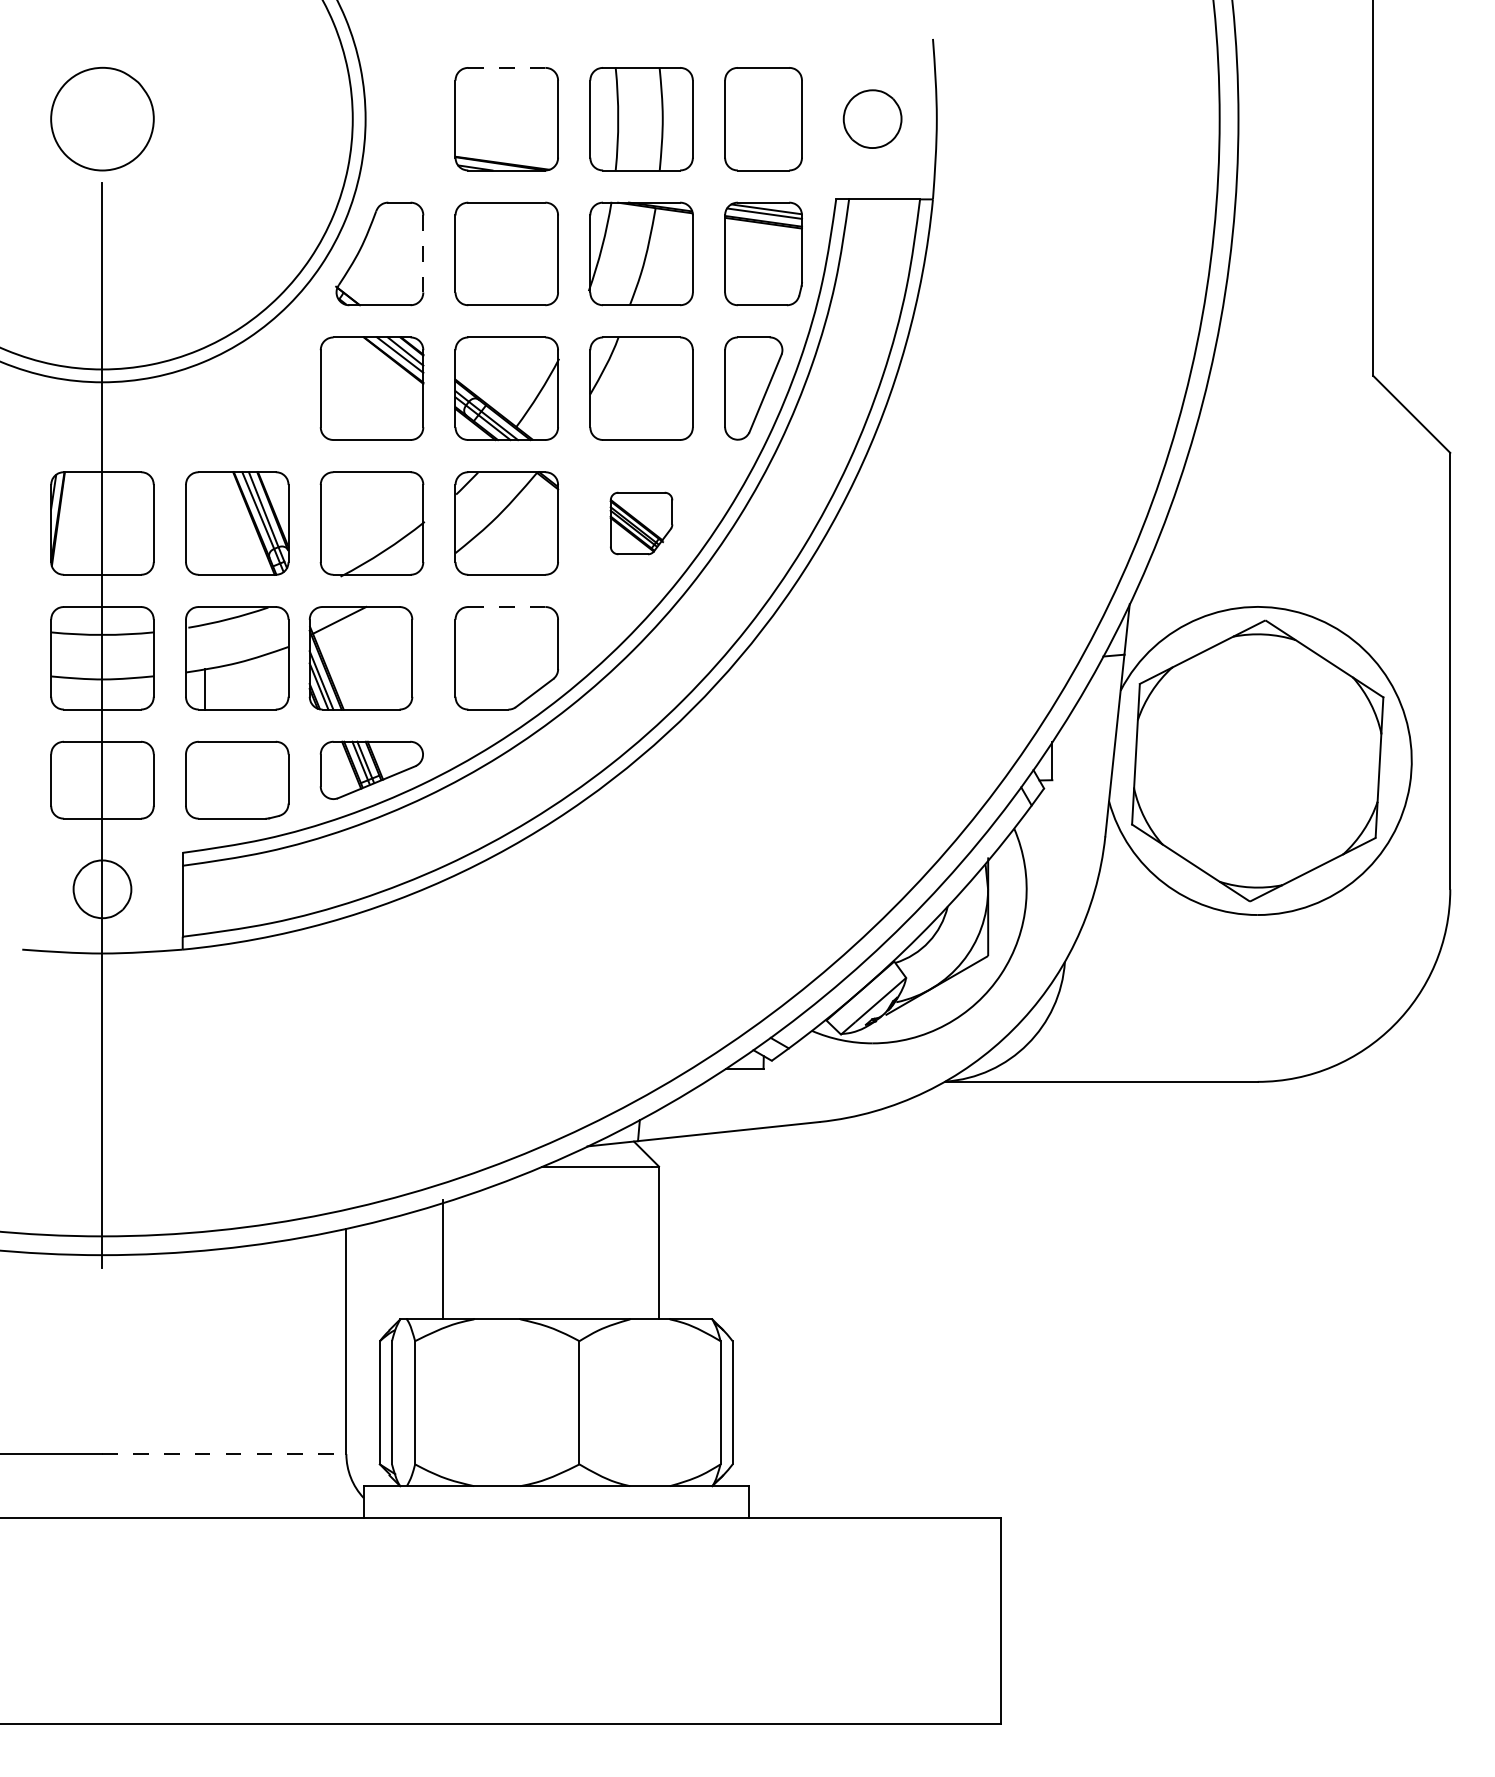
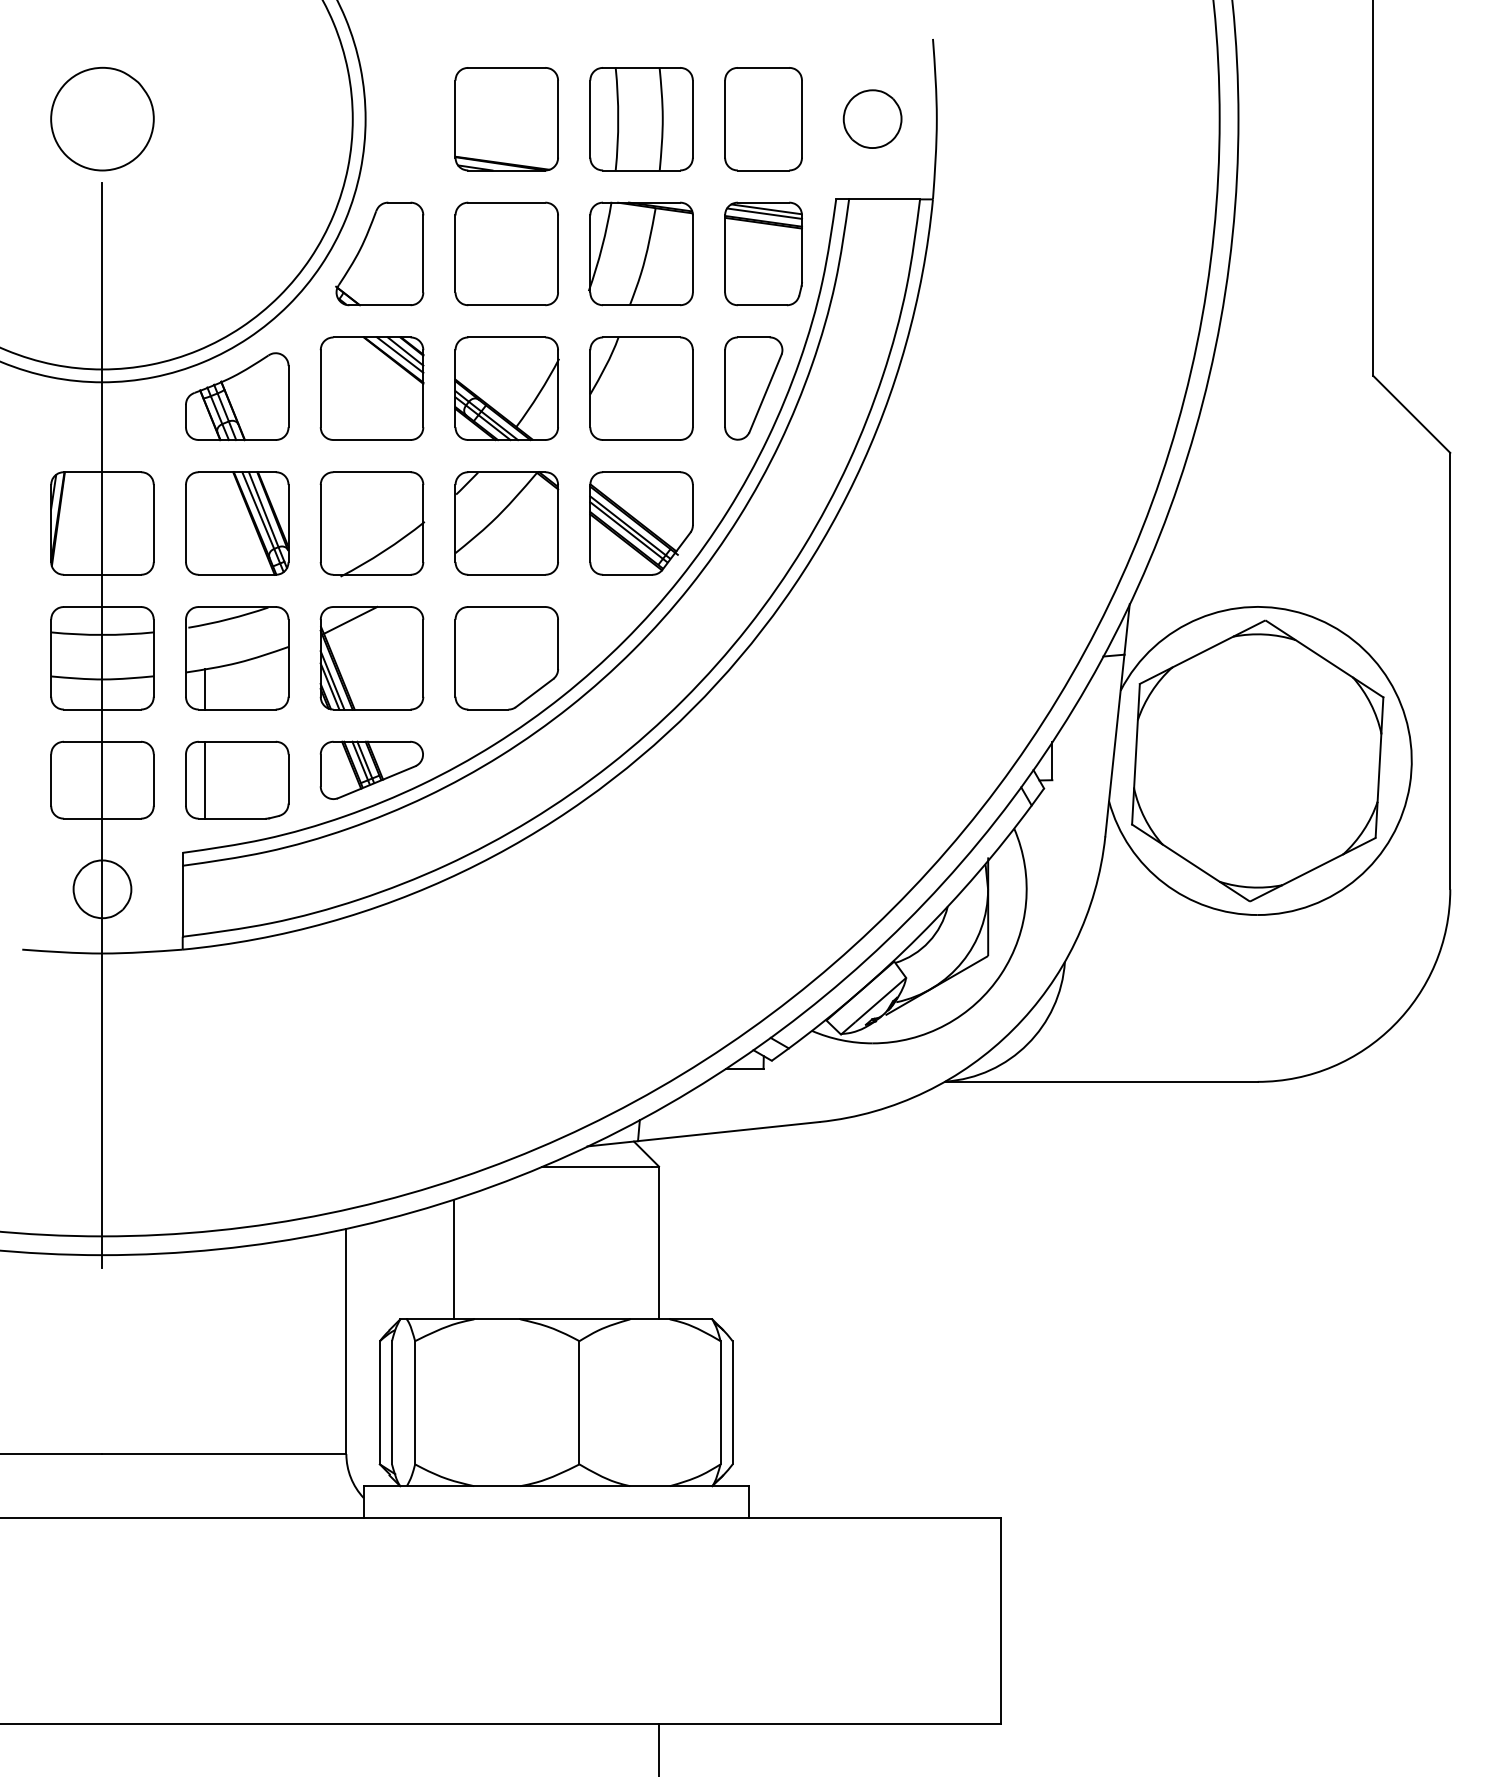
line at (506, 67): dashed -> solid
line at (423, 253): dashed -> solid
part at (237, 396): none -> present
part at (641, 523) size: 65x65 px -> 105x105 px
line at (506, 606): dashed -> solid
part at (360, 657) position: (360, 657) -> (371, 657)
line at (205, 779): none -> present
line at (442, 1259) position: (442, 1259) -> (453, 1259)
line at (224, 1454): dashed -> solid
line at (659, 1748): none -> present
